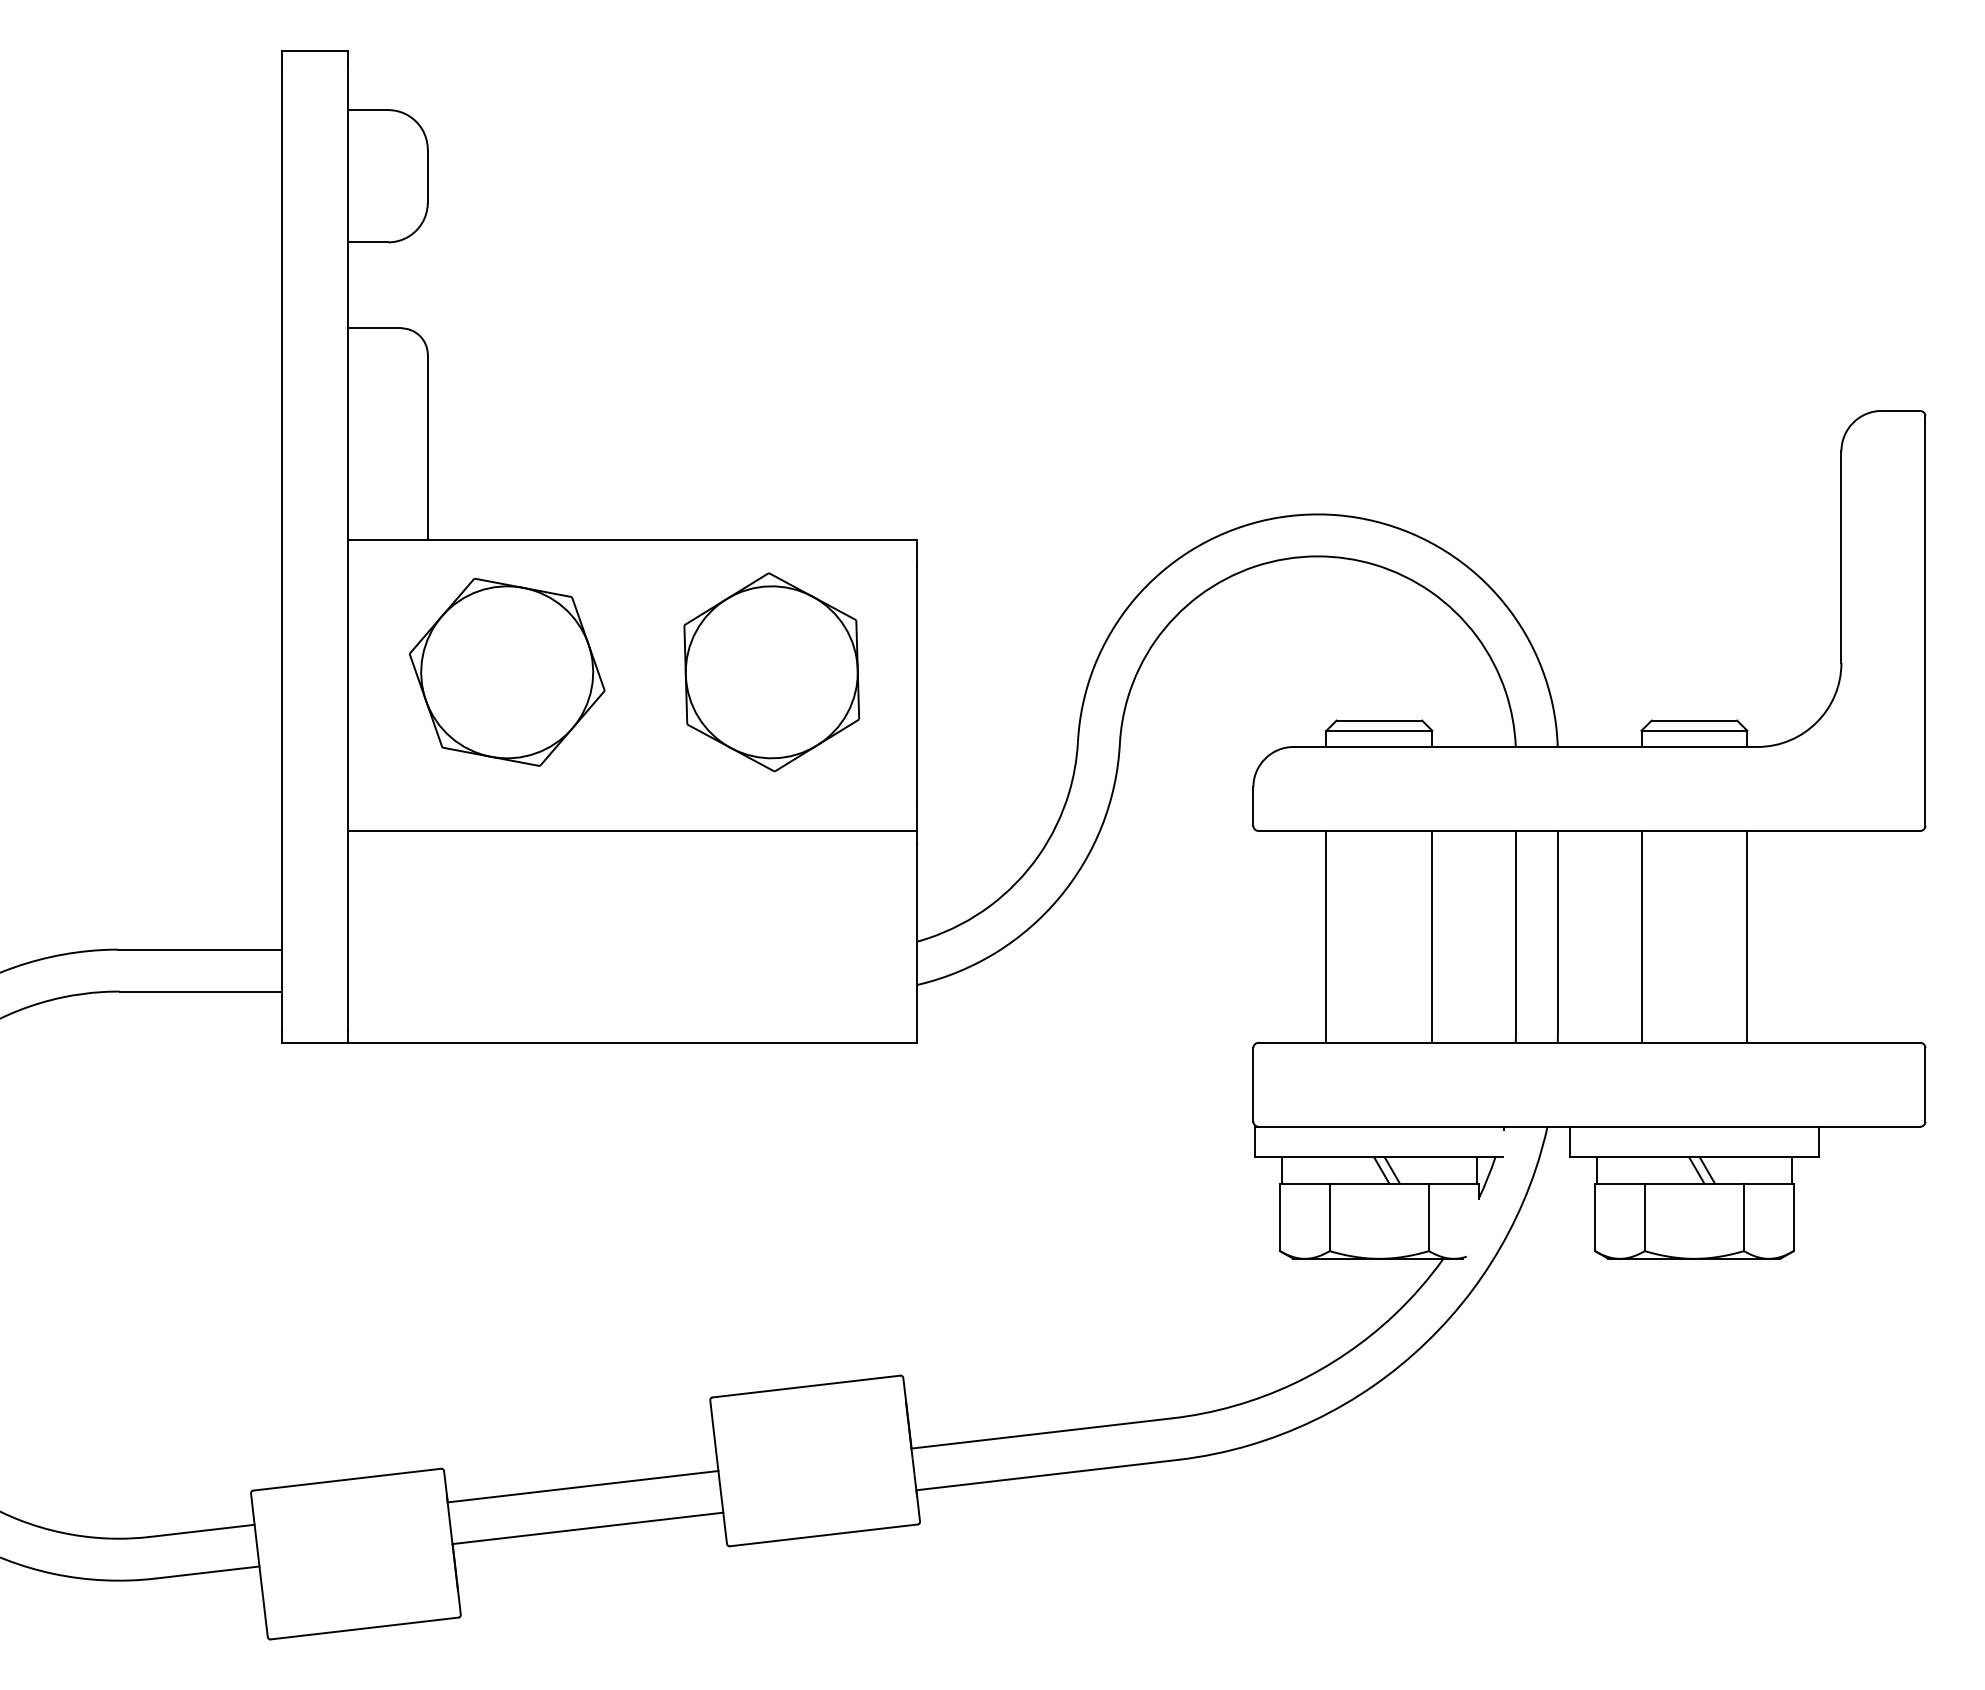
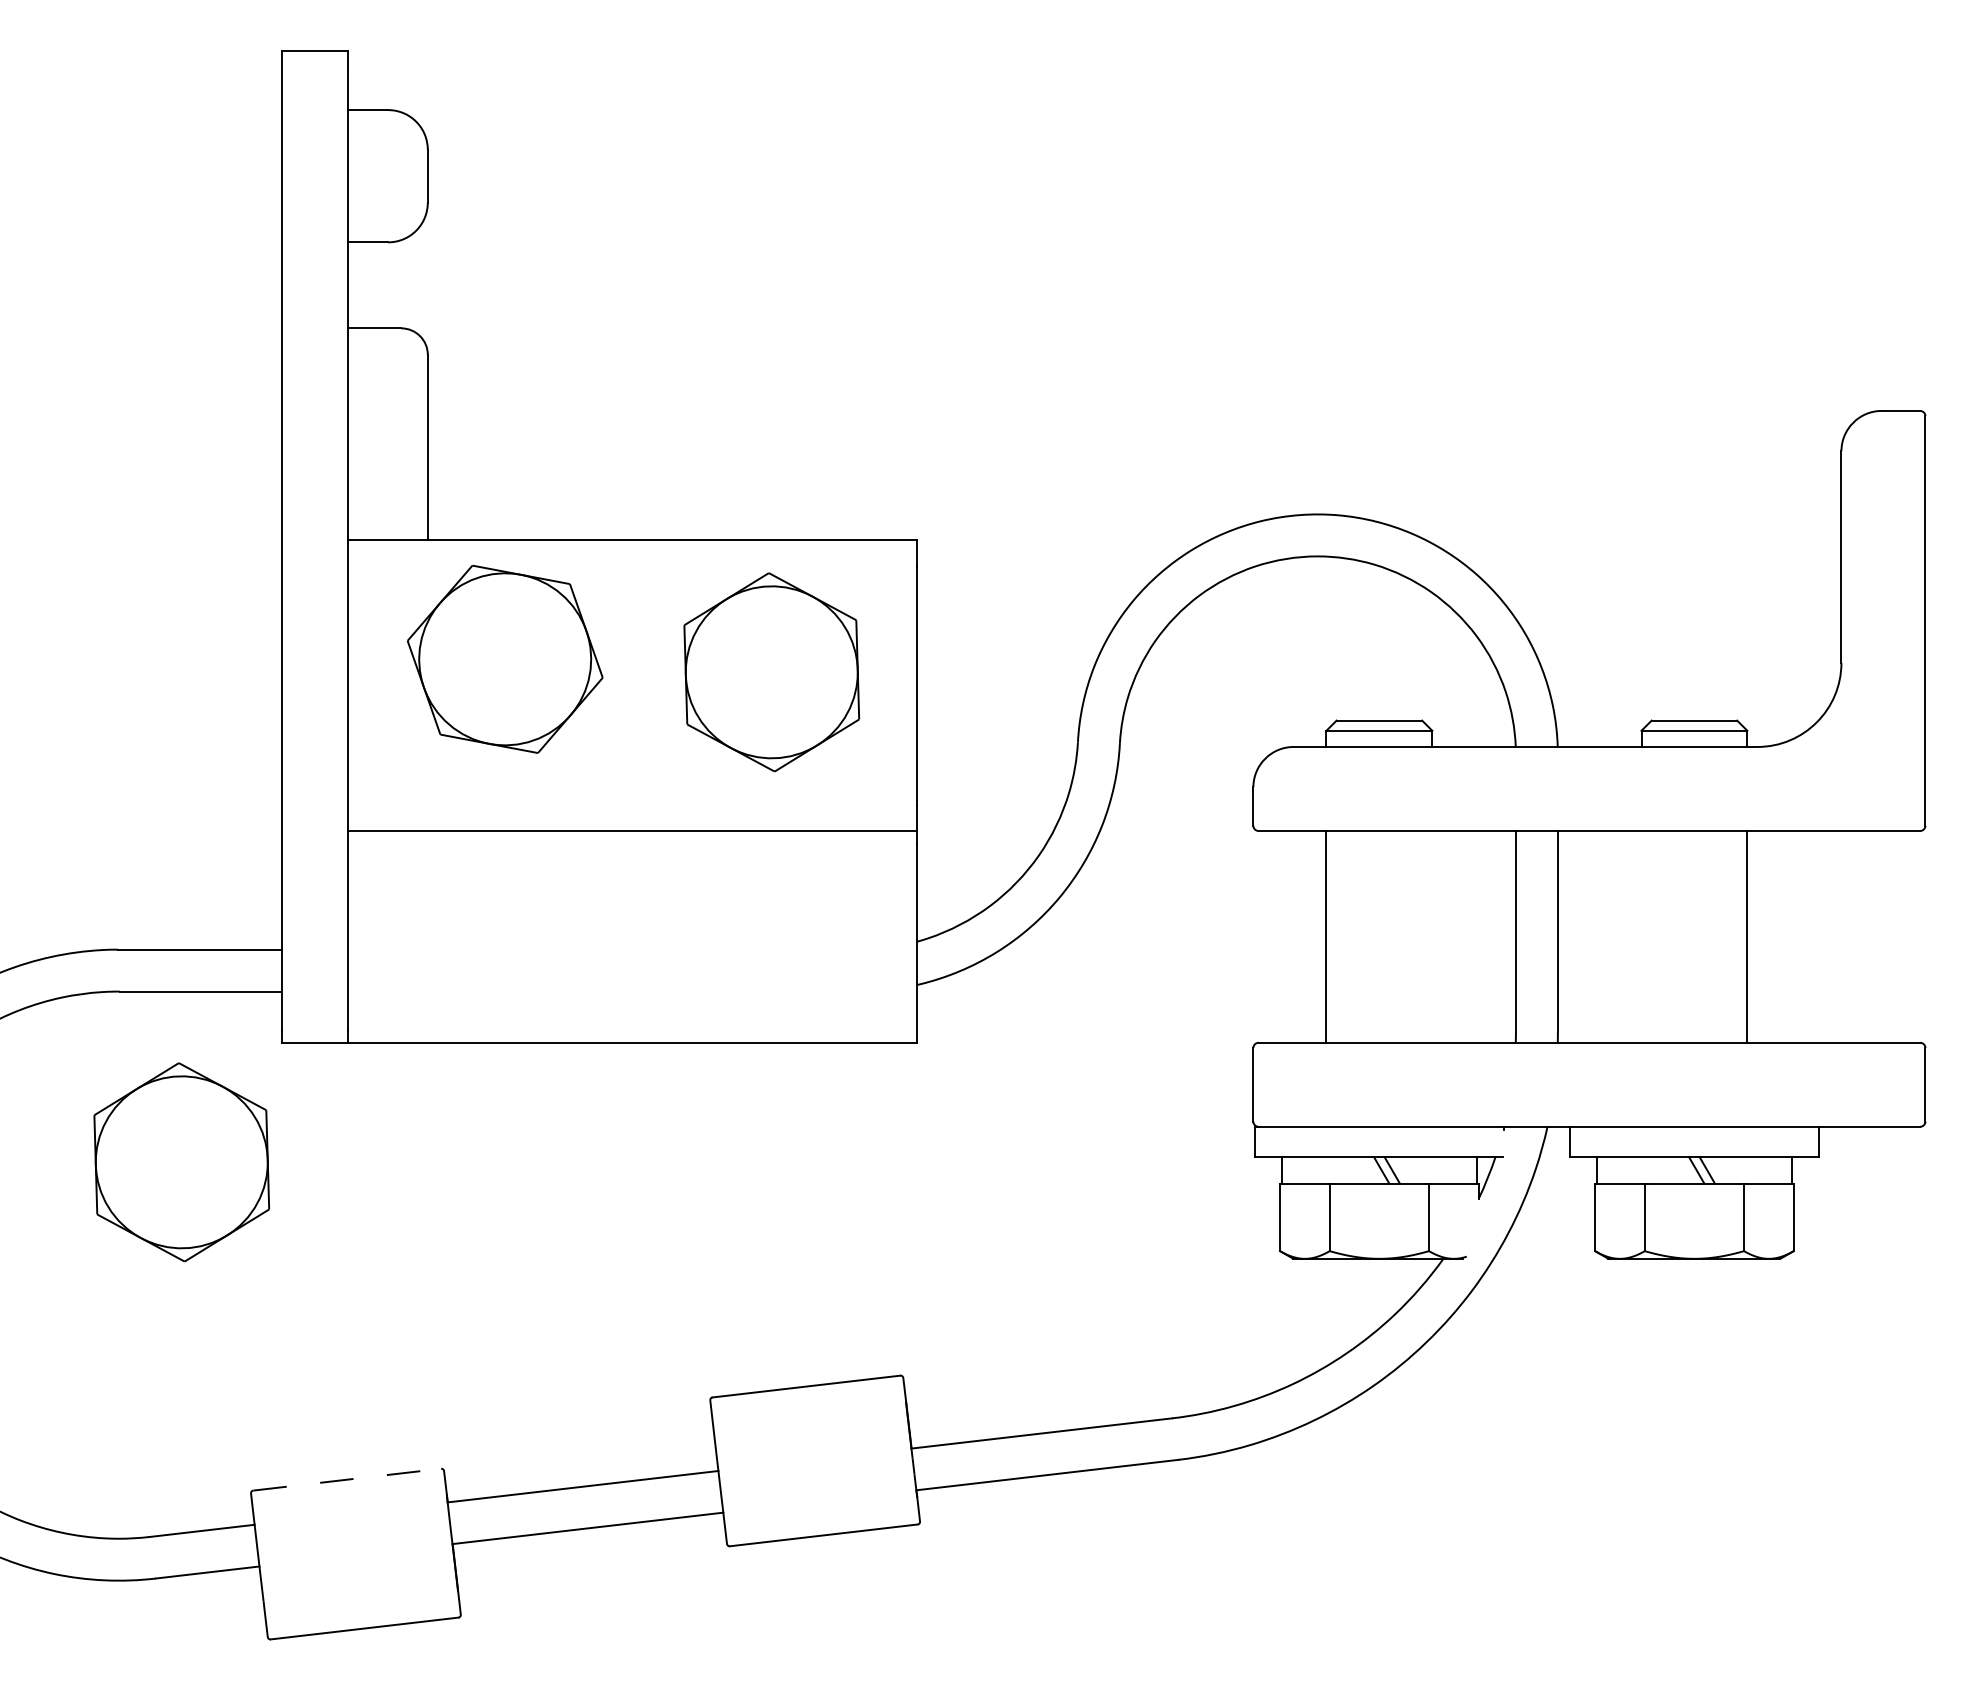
part at (507, 671) position: (507, 671) -> (505, 658)
line at (1432, 936): present -> none
line at (1641, 936): present -> none
part at (181, 1162): none -> present
line at (347, 1479): solid -> dashed
